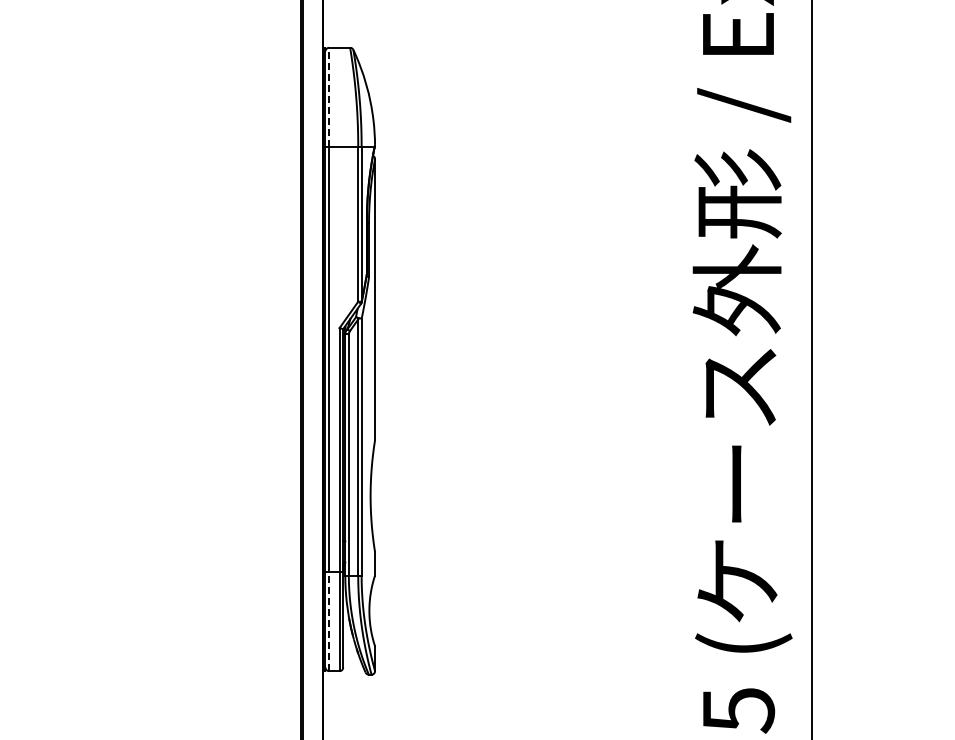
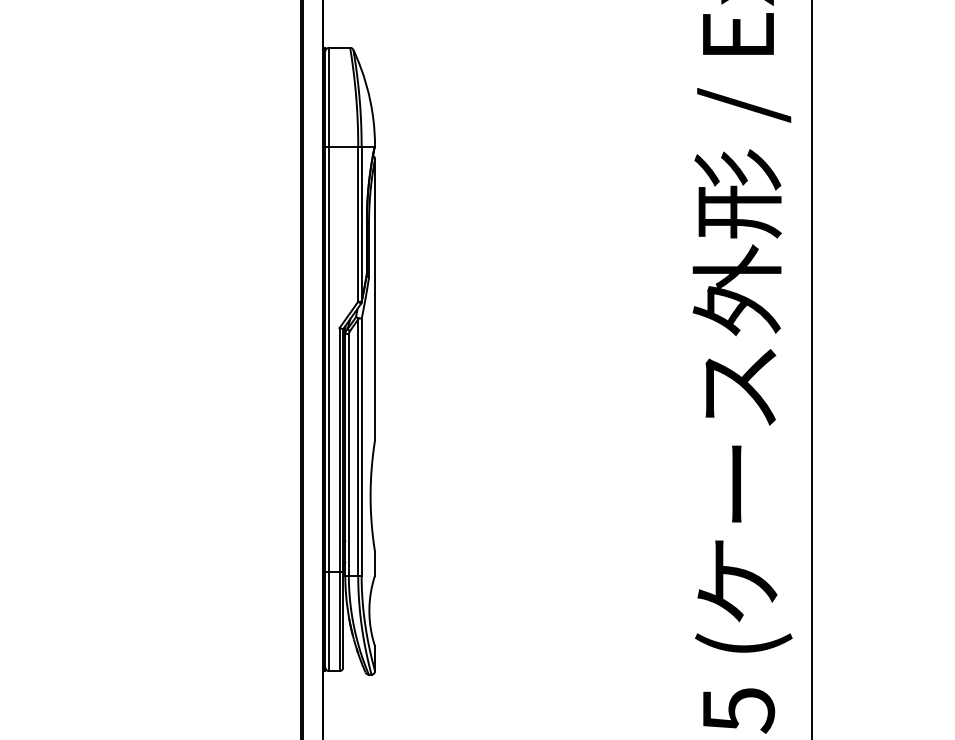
line at (329, 97): dashed -> solid
line at (329, 621): dashed -> solid
